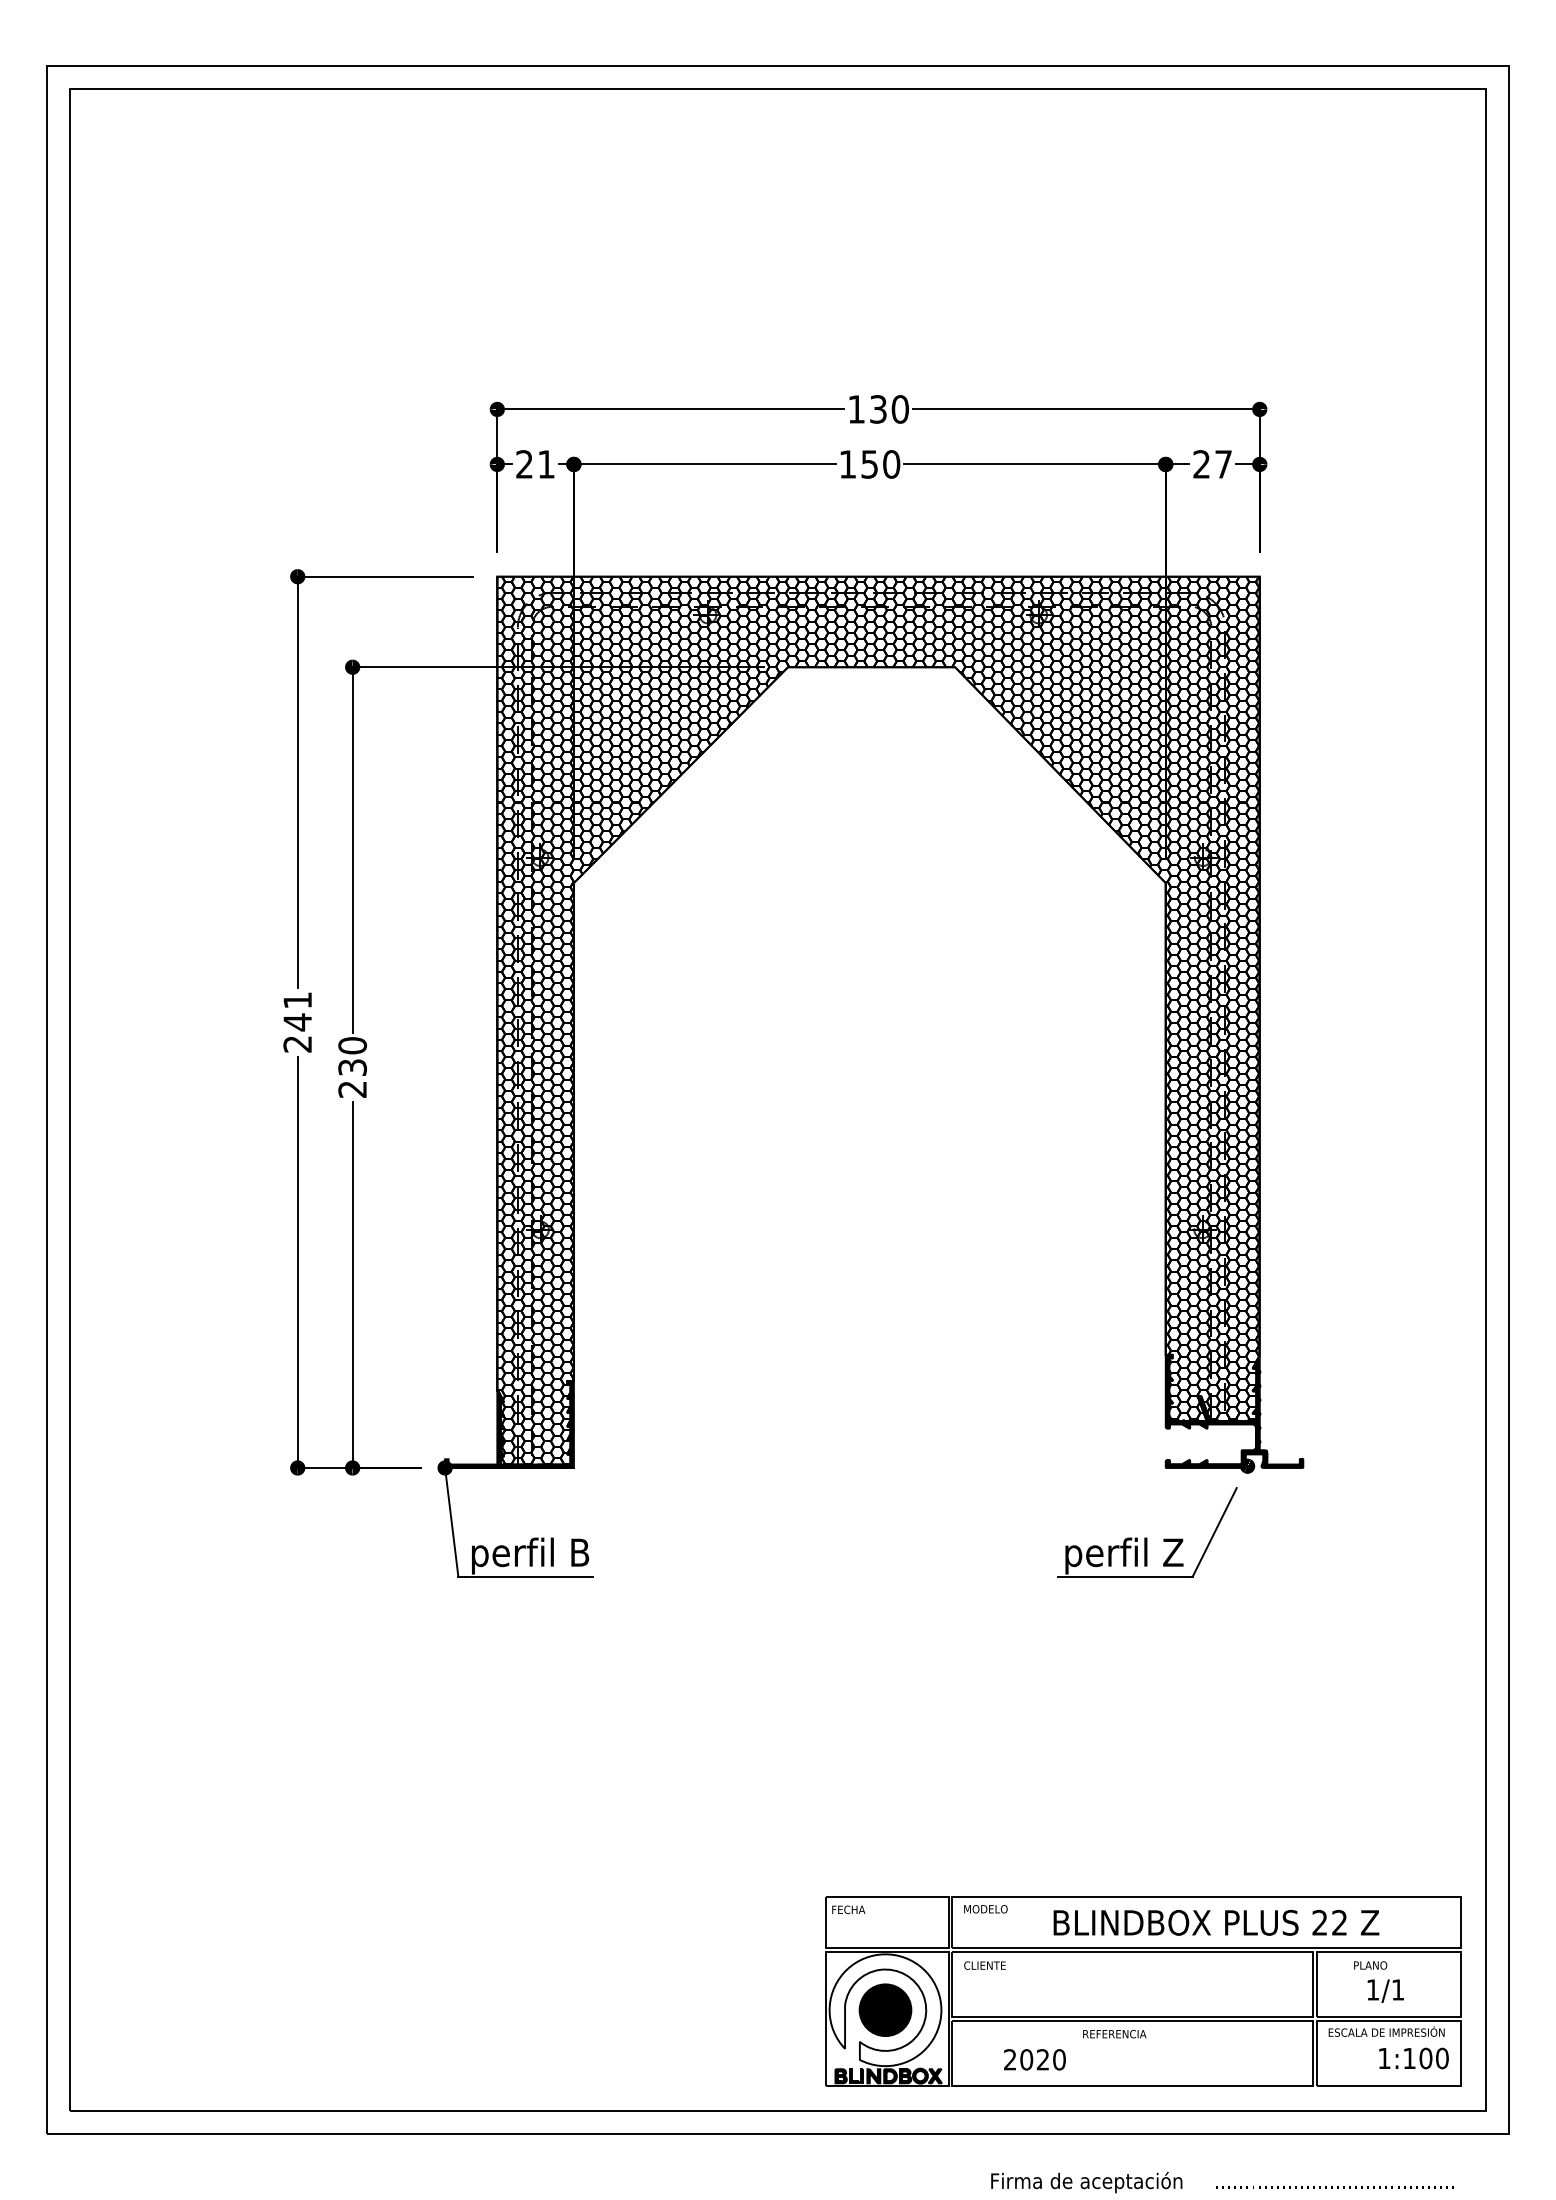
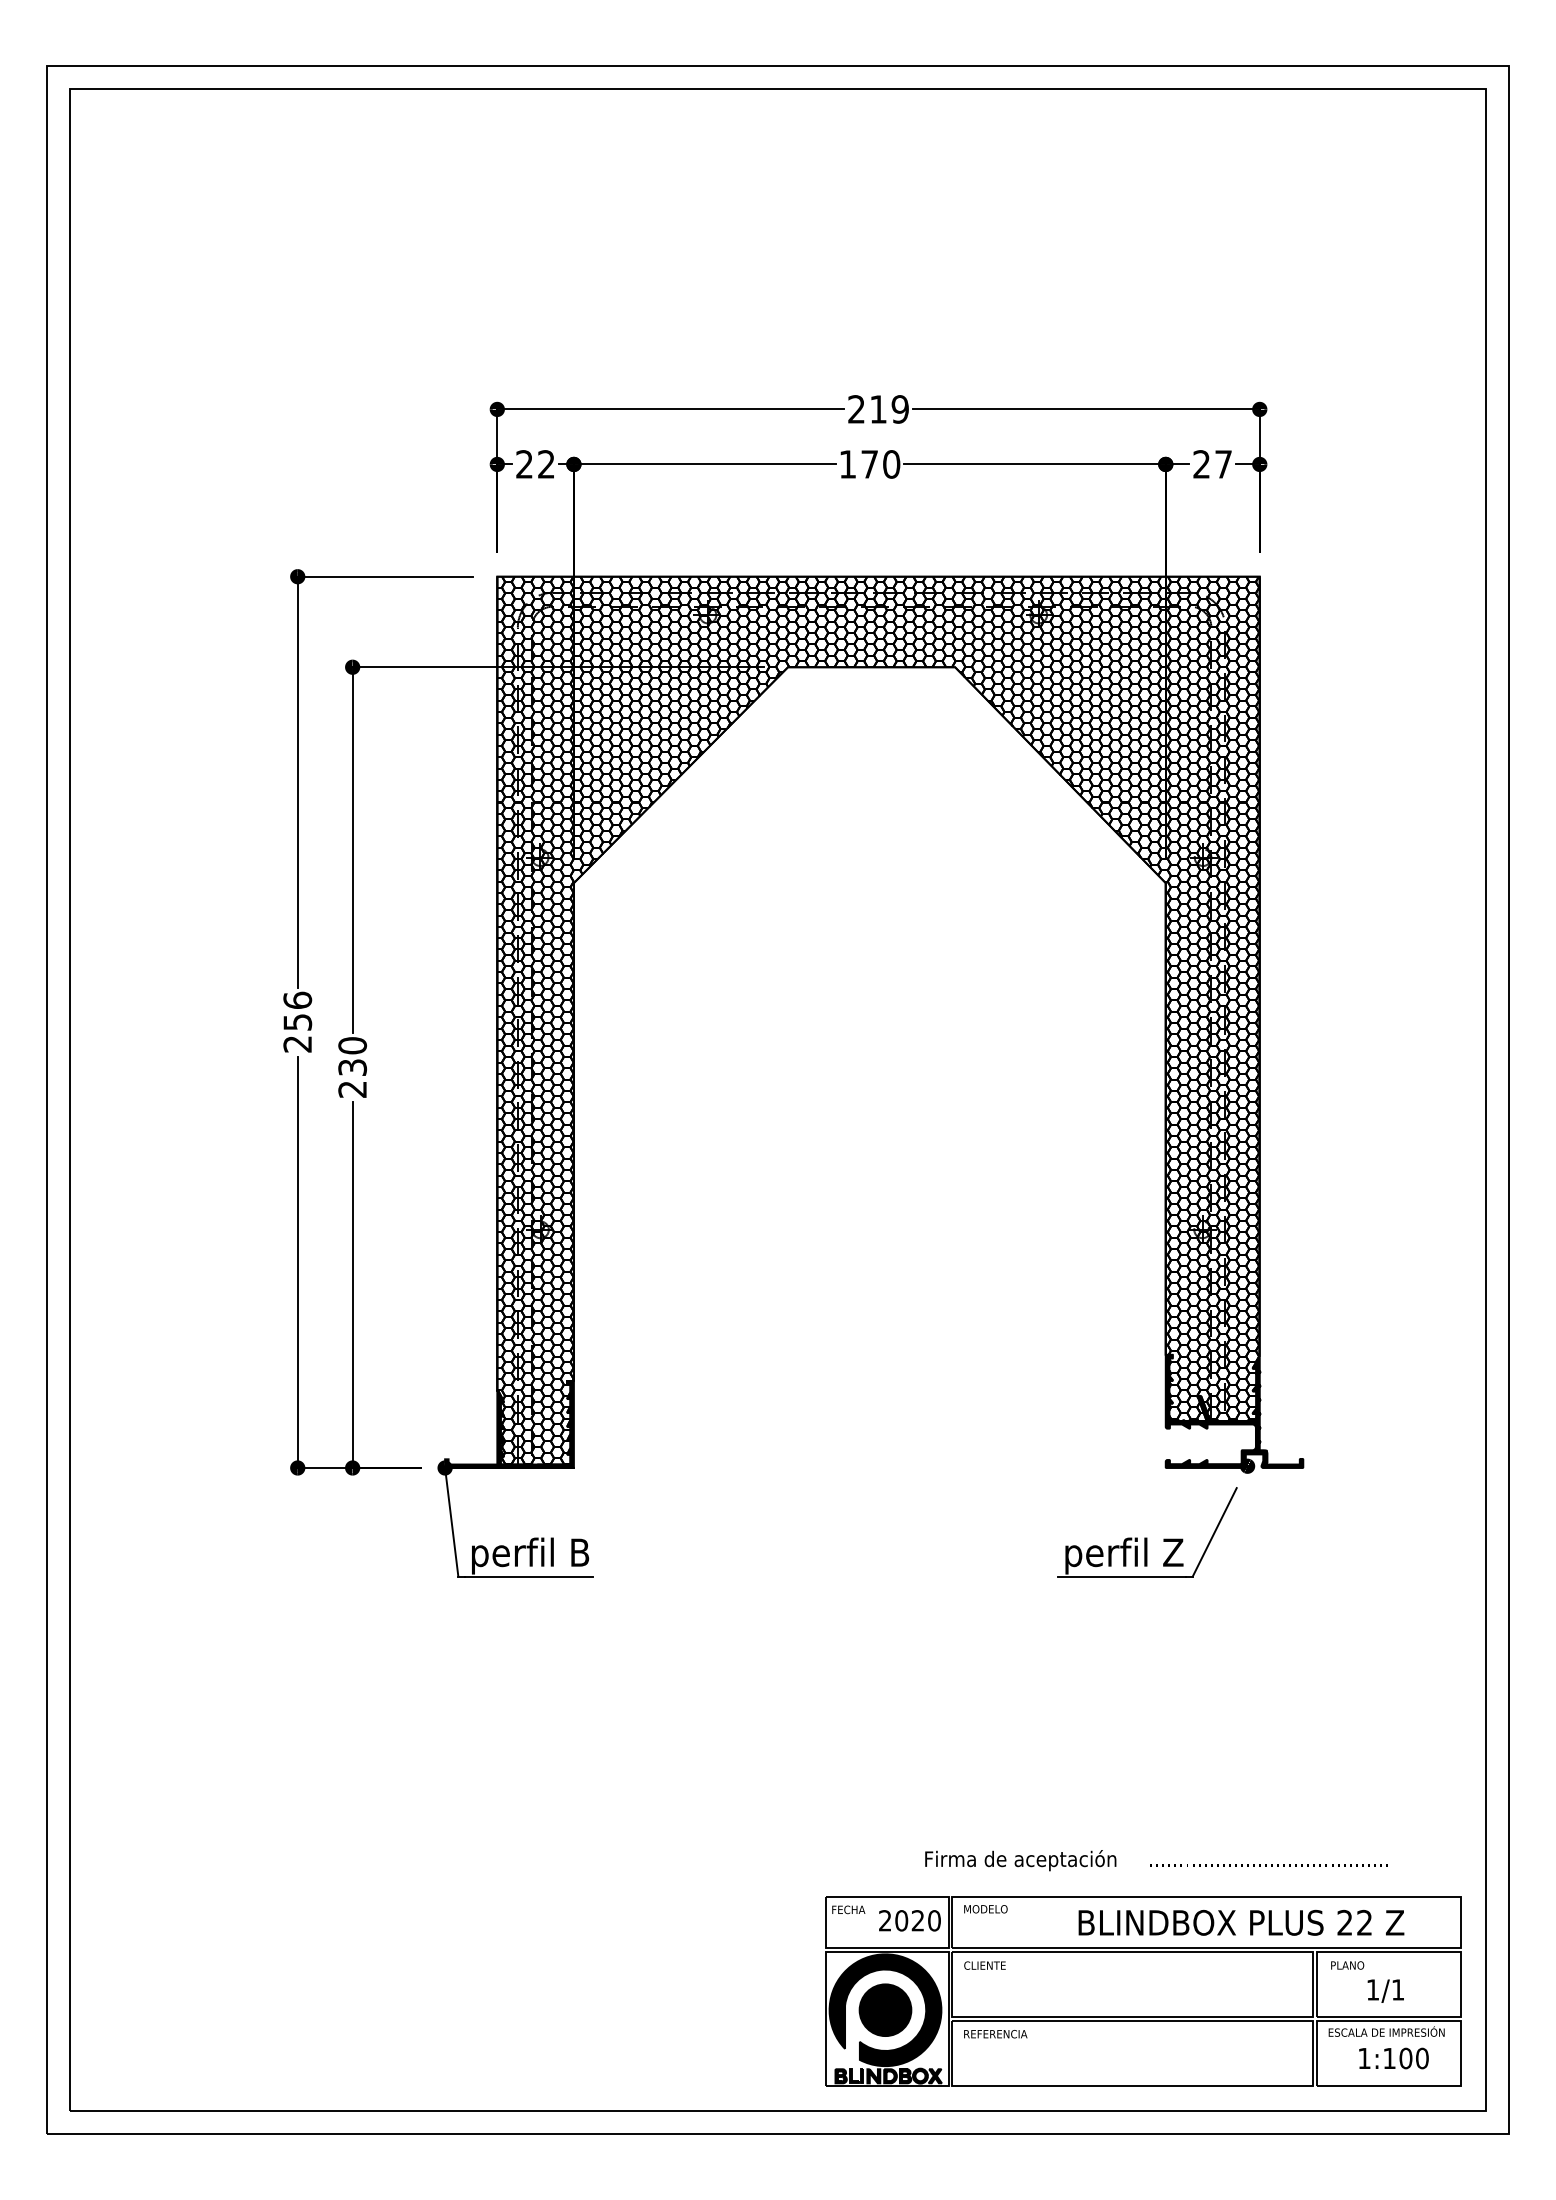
text at (878, 409): 130 -> 219
text at (546, 464): 21 -> 22
text at (869, 464): 150 -> 170
text at (297, 1011): 241 -> 256
text at (1216, 1922) position: (1216, 1922) -> (1241, 1922)
text at (1370, 1965) position: (1370, 1965) -> (1347, 1965)
fill at (885, 2010): none -> present
text at (1114, 2034) position: (1114, 2034) -> (995, 2034)
text at (1413, 2058) position: (1413, 2058) -> (1393, 2058)
text at (1034, 2059) position: (1034, 2059) -> (909, 1920)
text at (1222, 2182) position: (1222, 2182) -> (1156, 1860)
